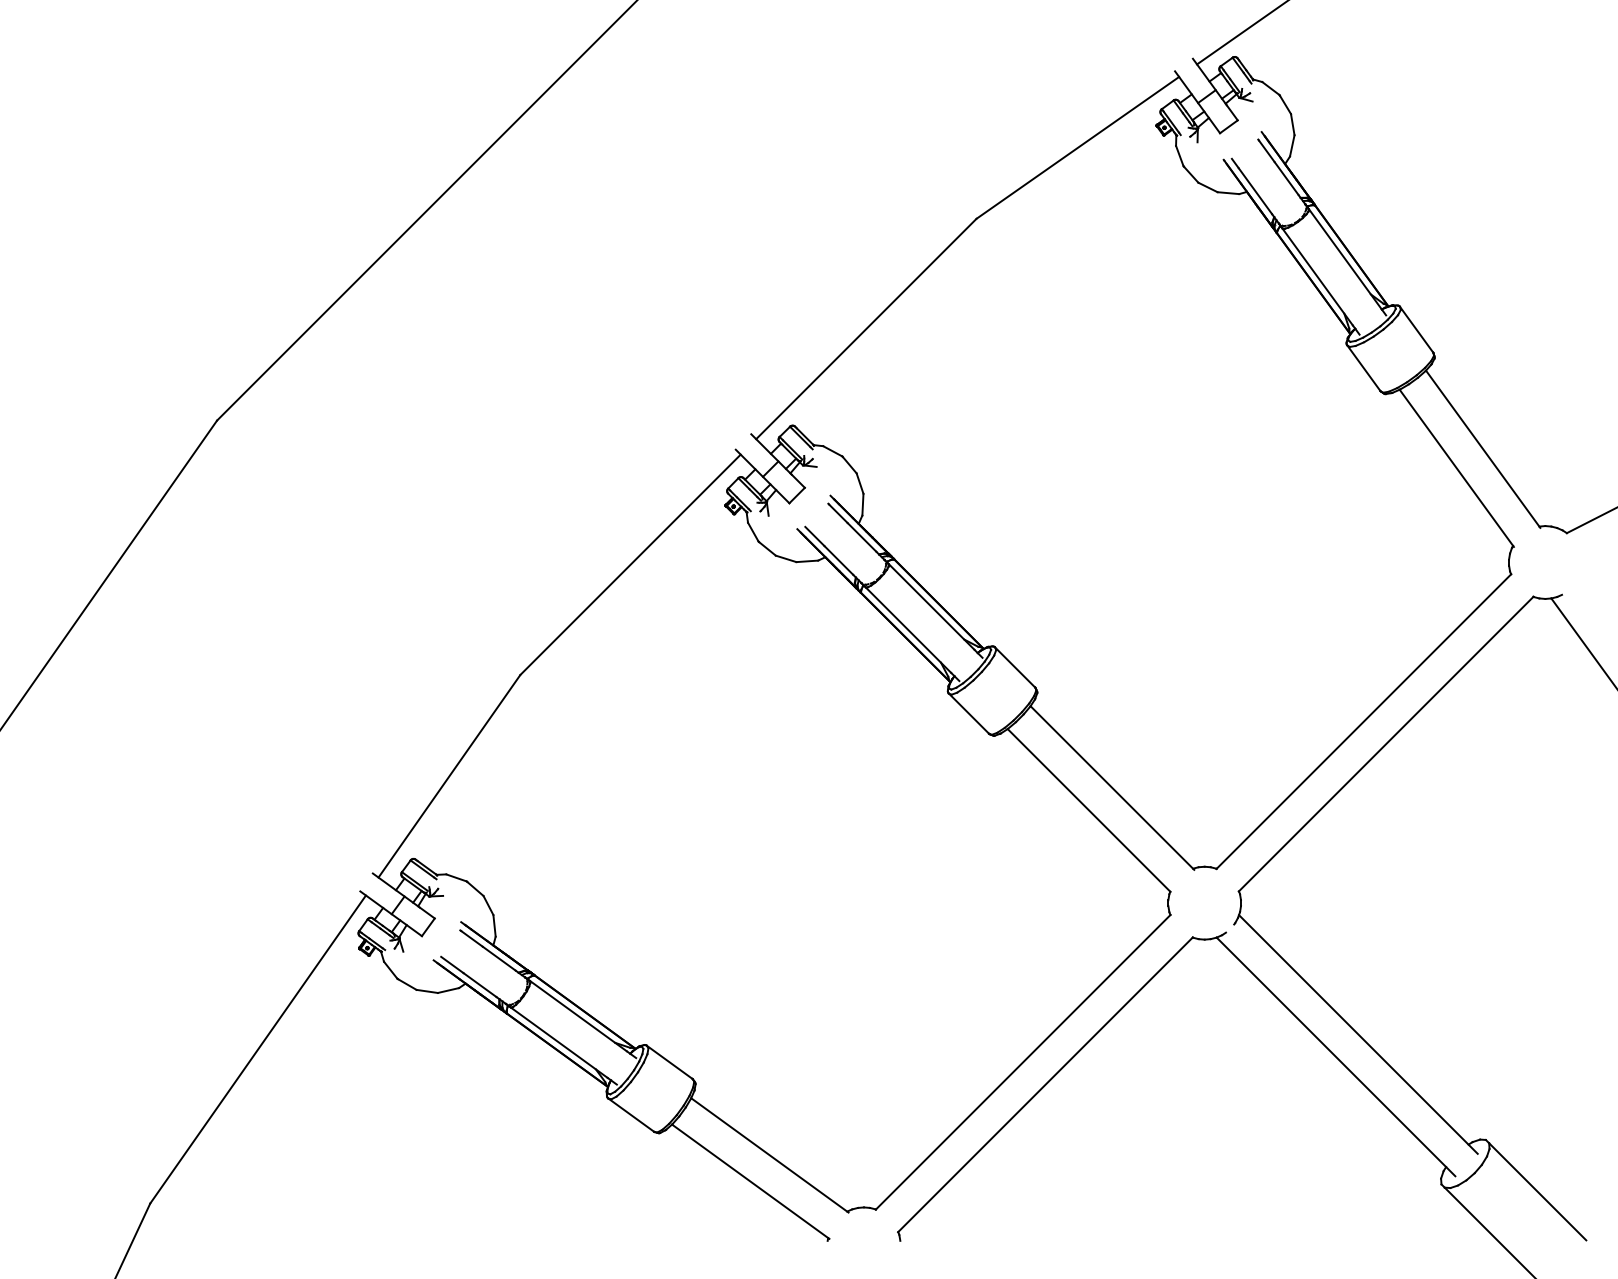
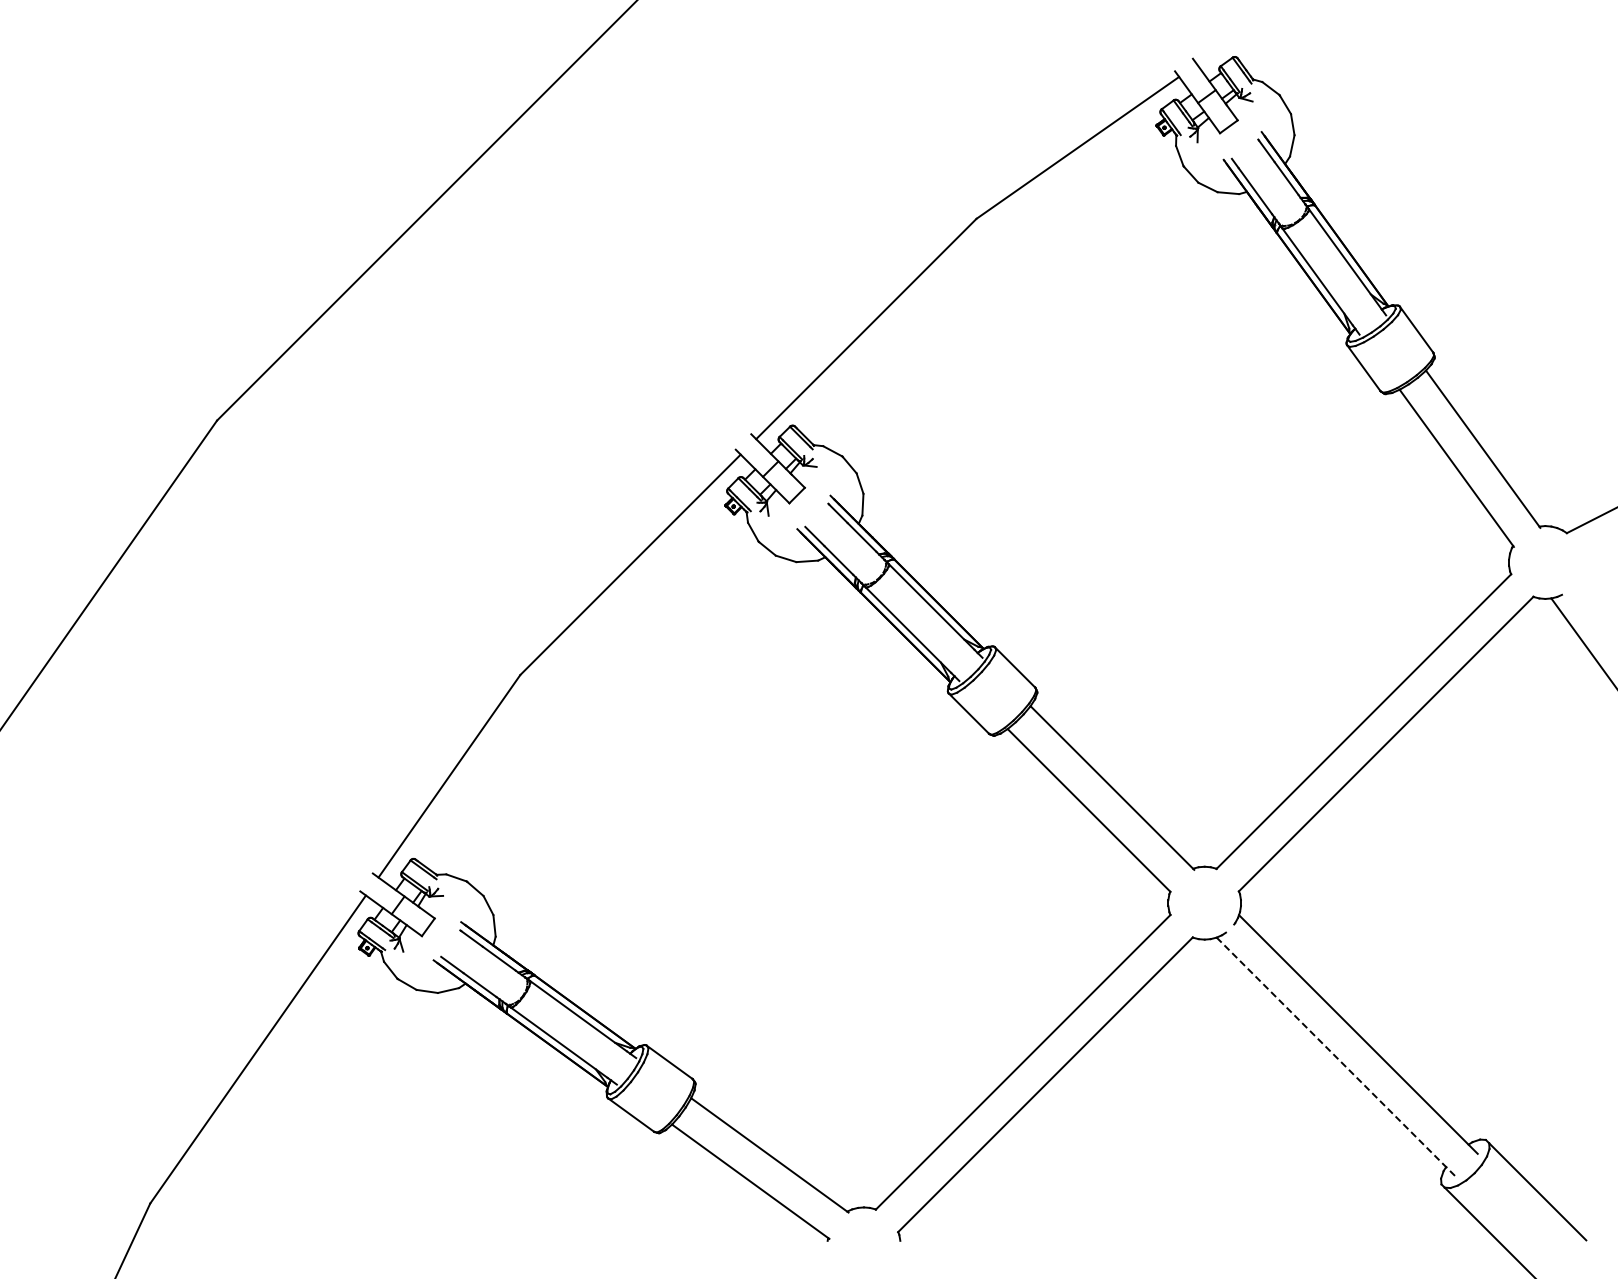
line at (1241, 33): present -> none
line at (1336, 1056): solid -> dashed
